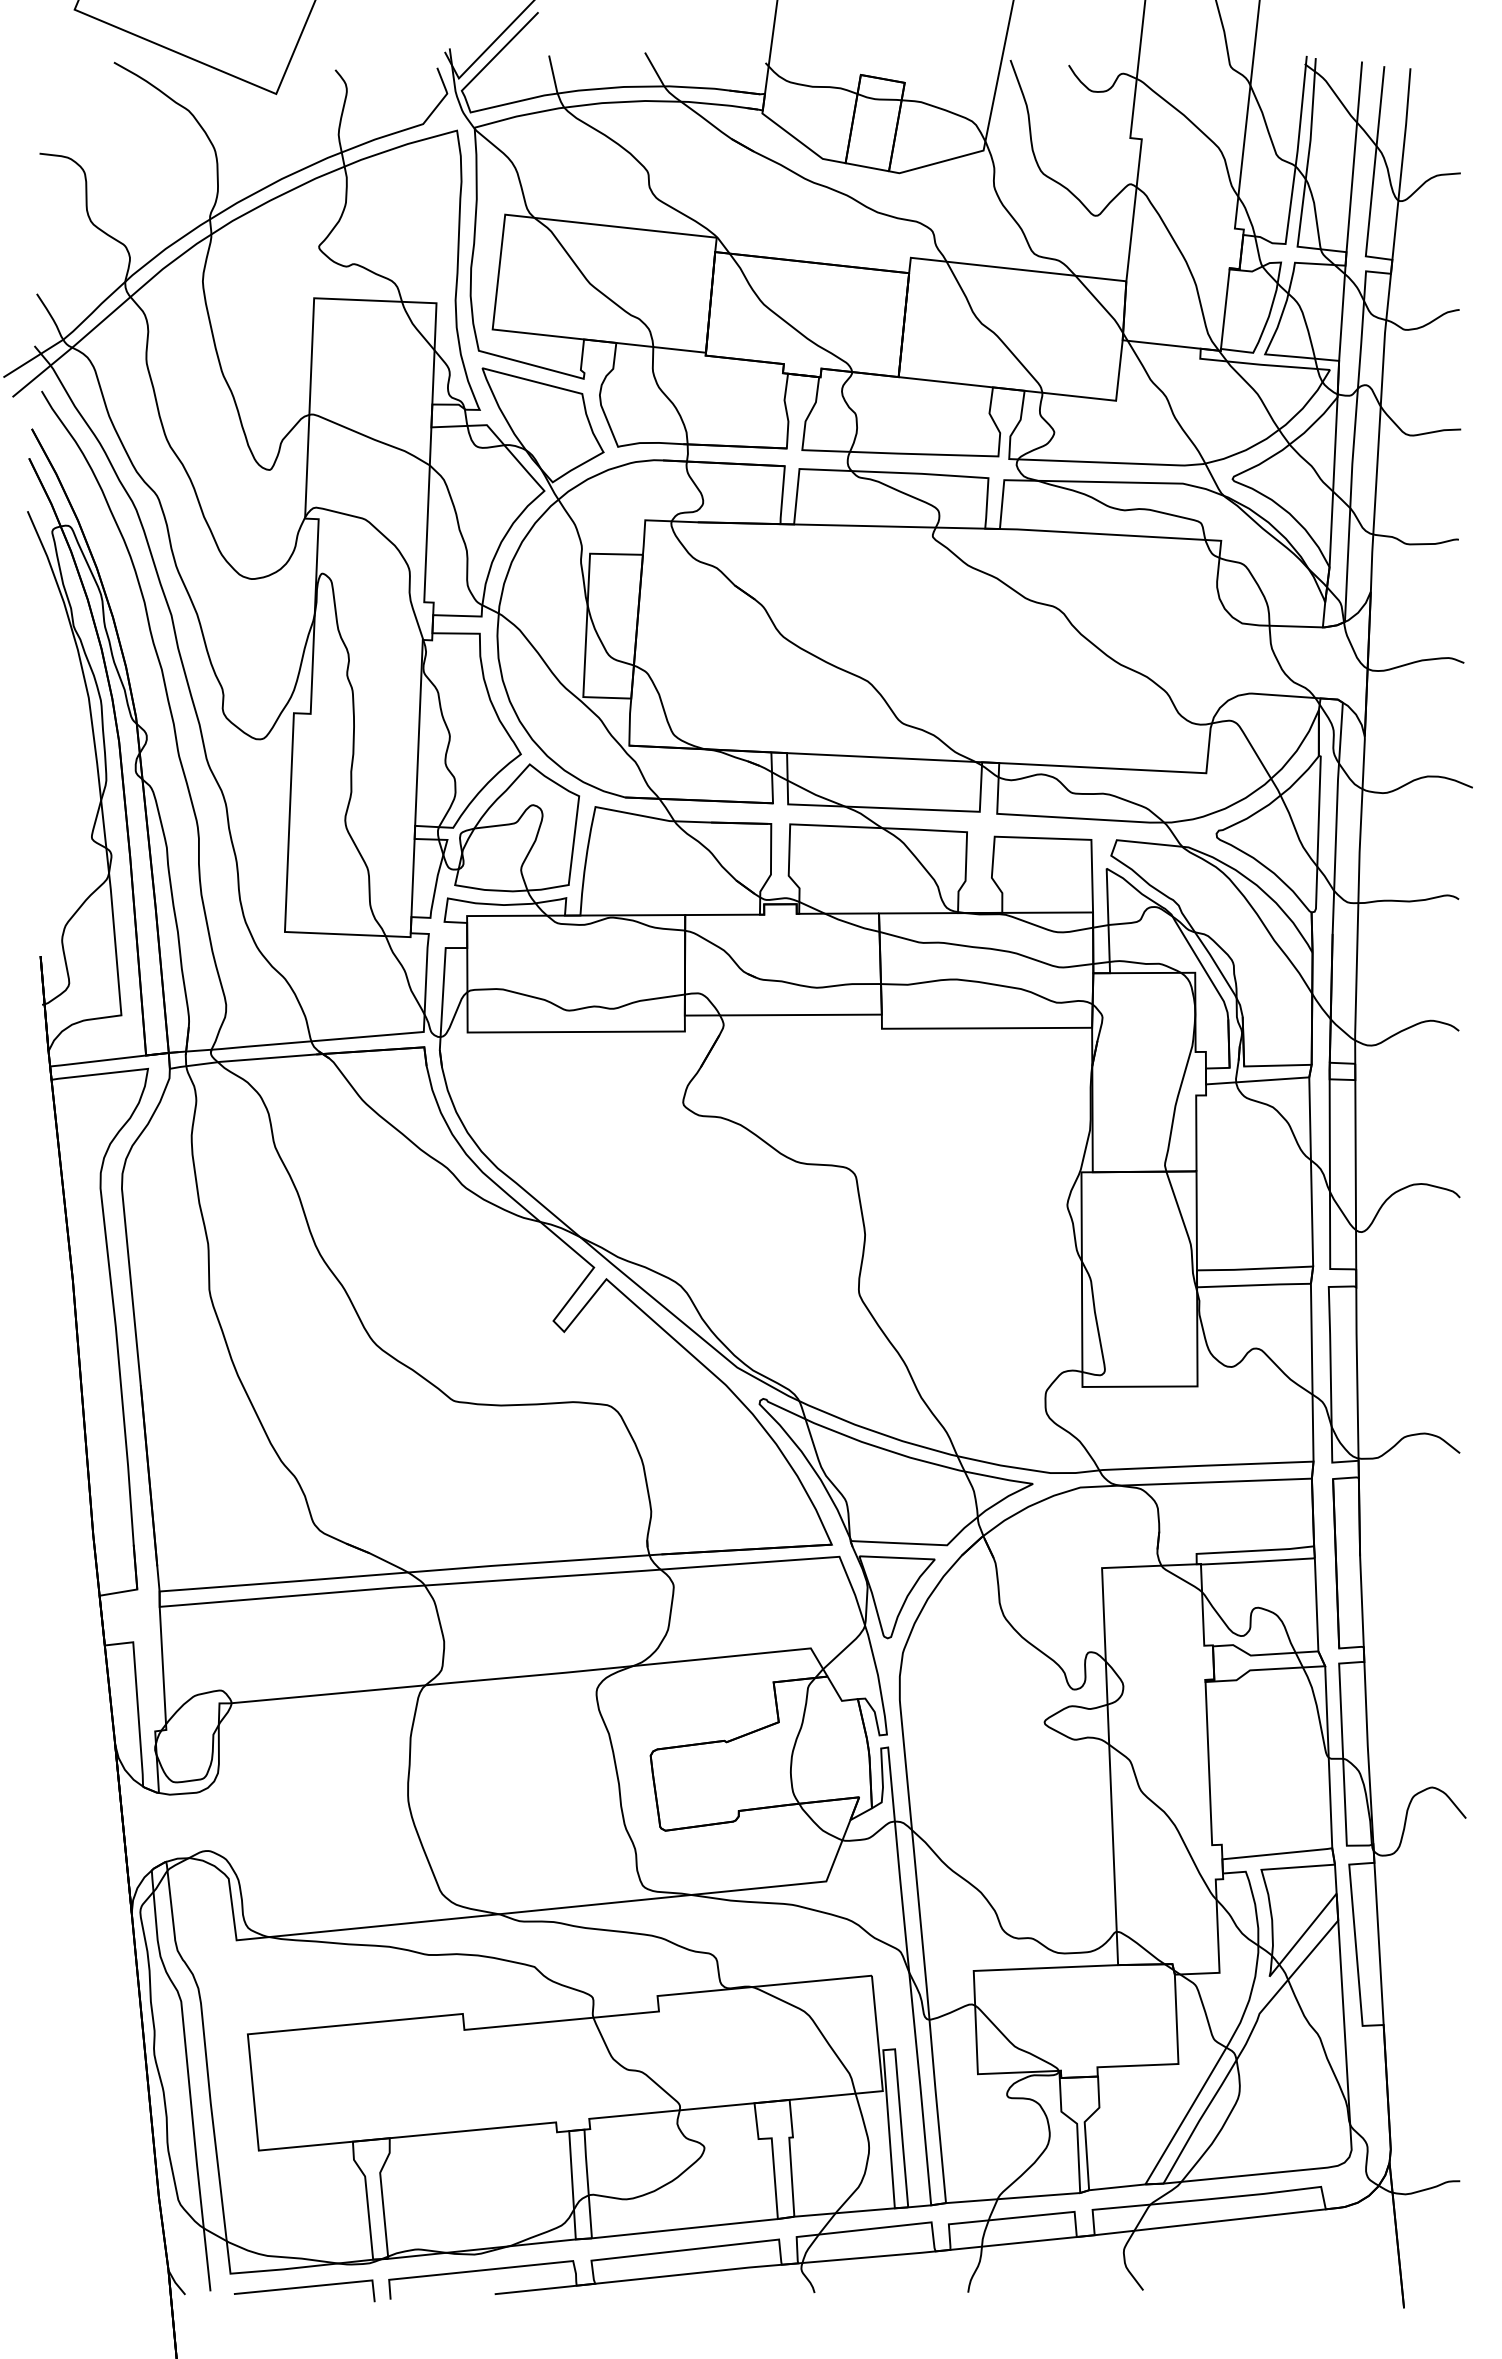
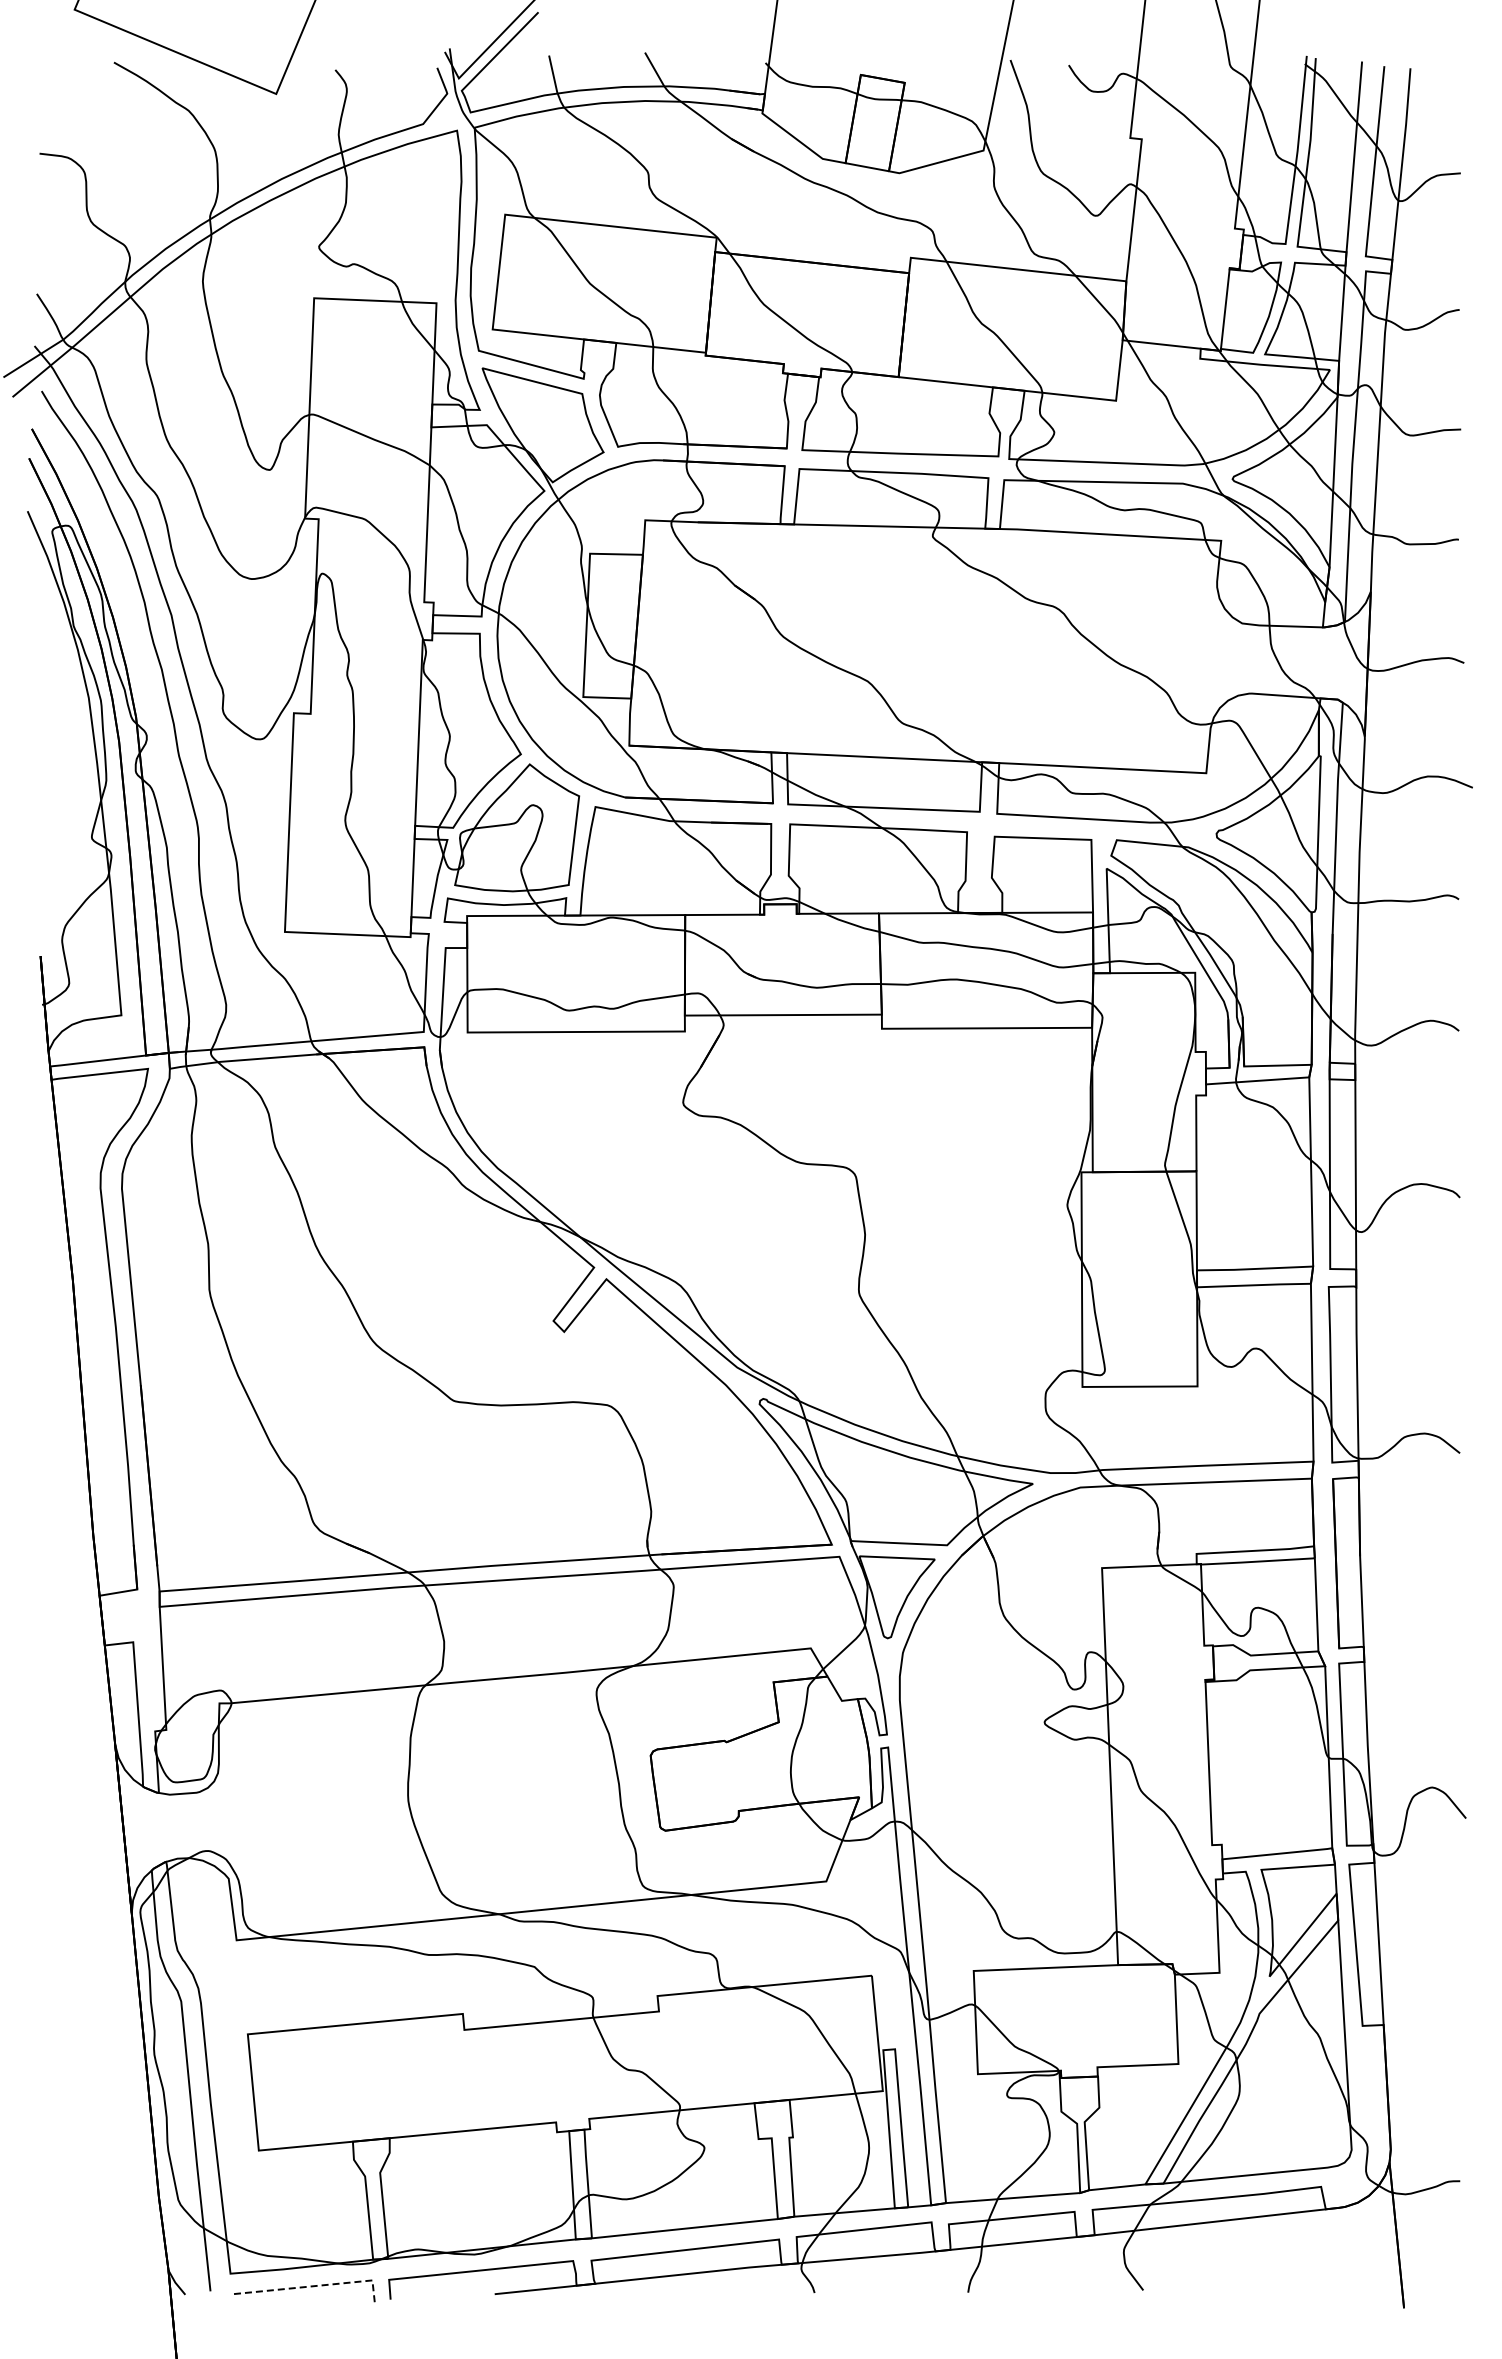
line at (314, 2286): solid -> dashed
